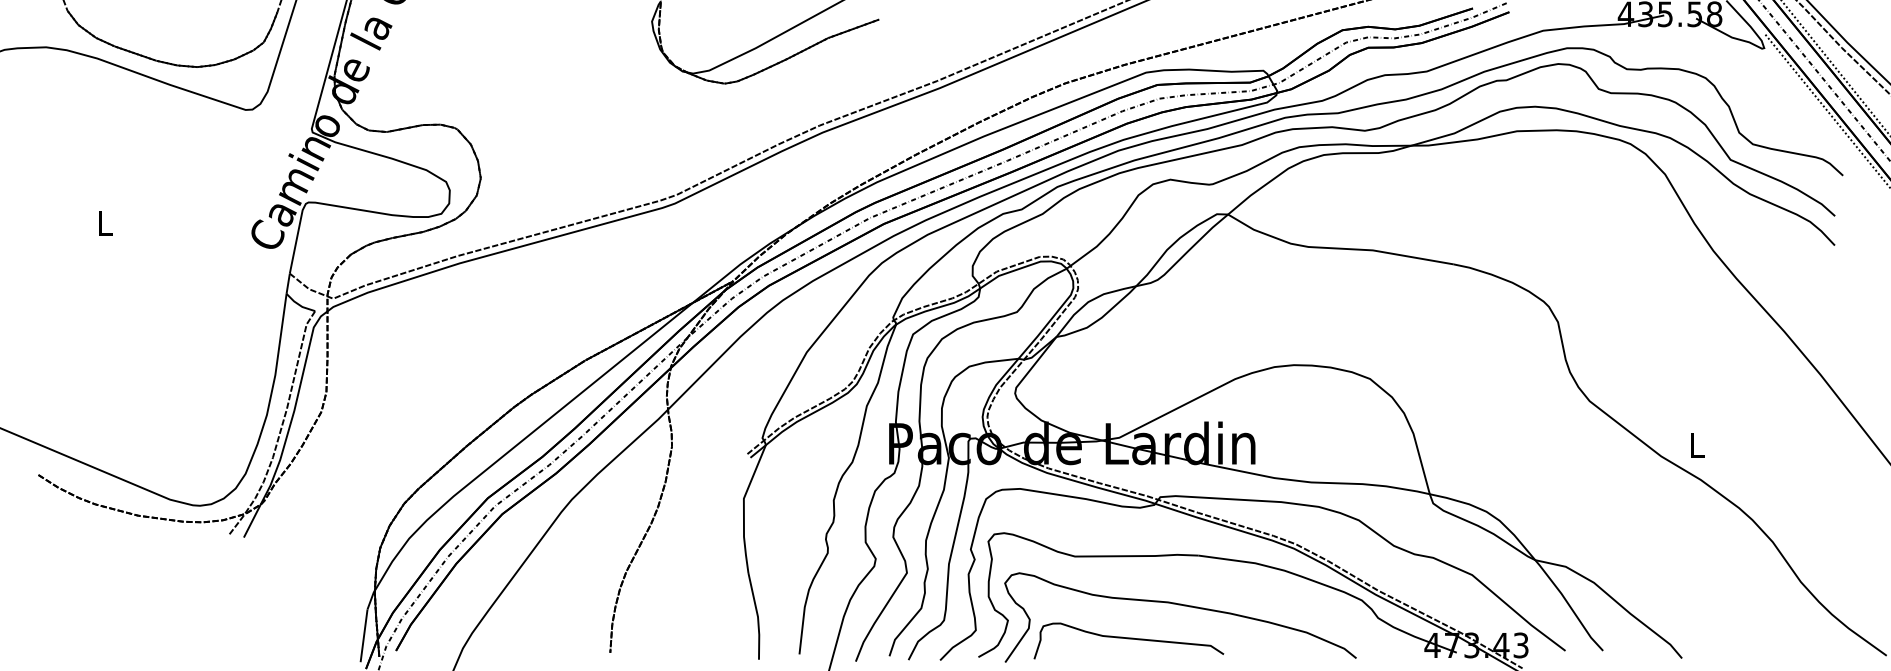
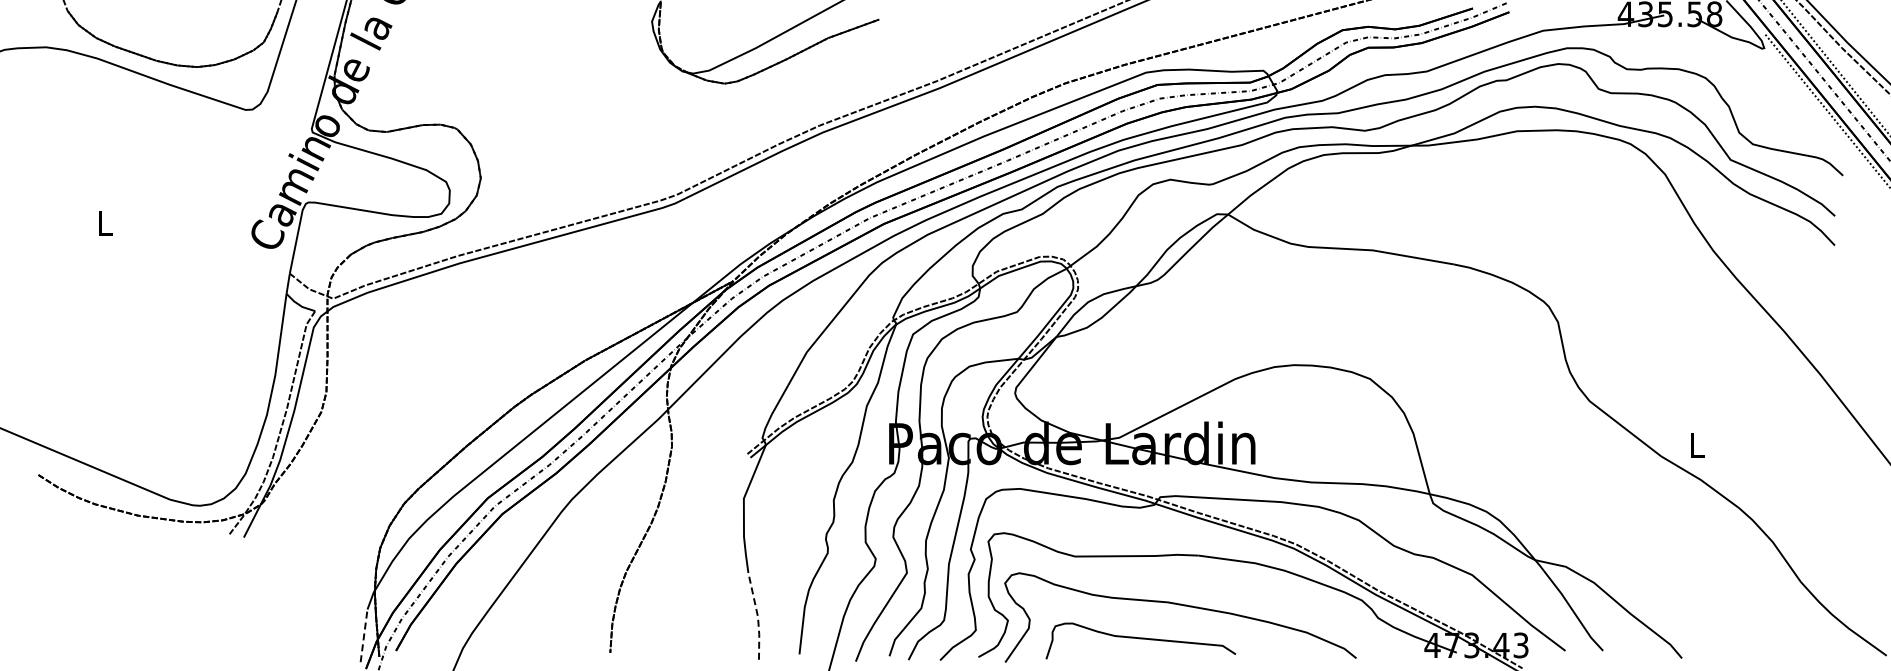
line at (758, 616): solid -> dashed
line at (364, 635): solid -> dashed
curve at (1128, 639) position: (1128, 639) -> (1140, 639)
